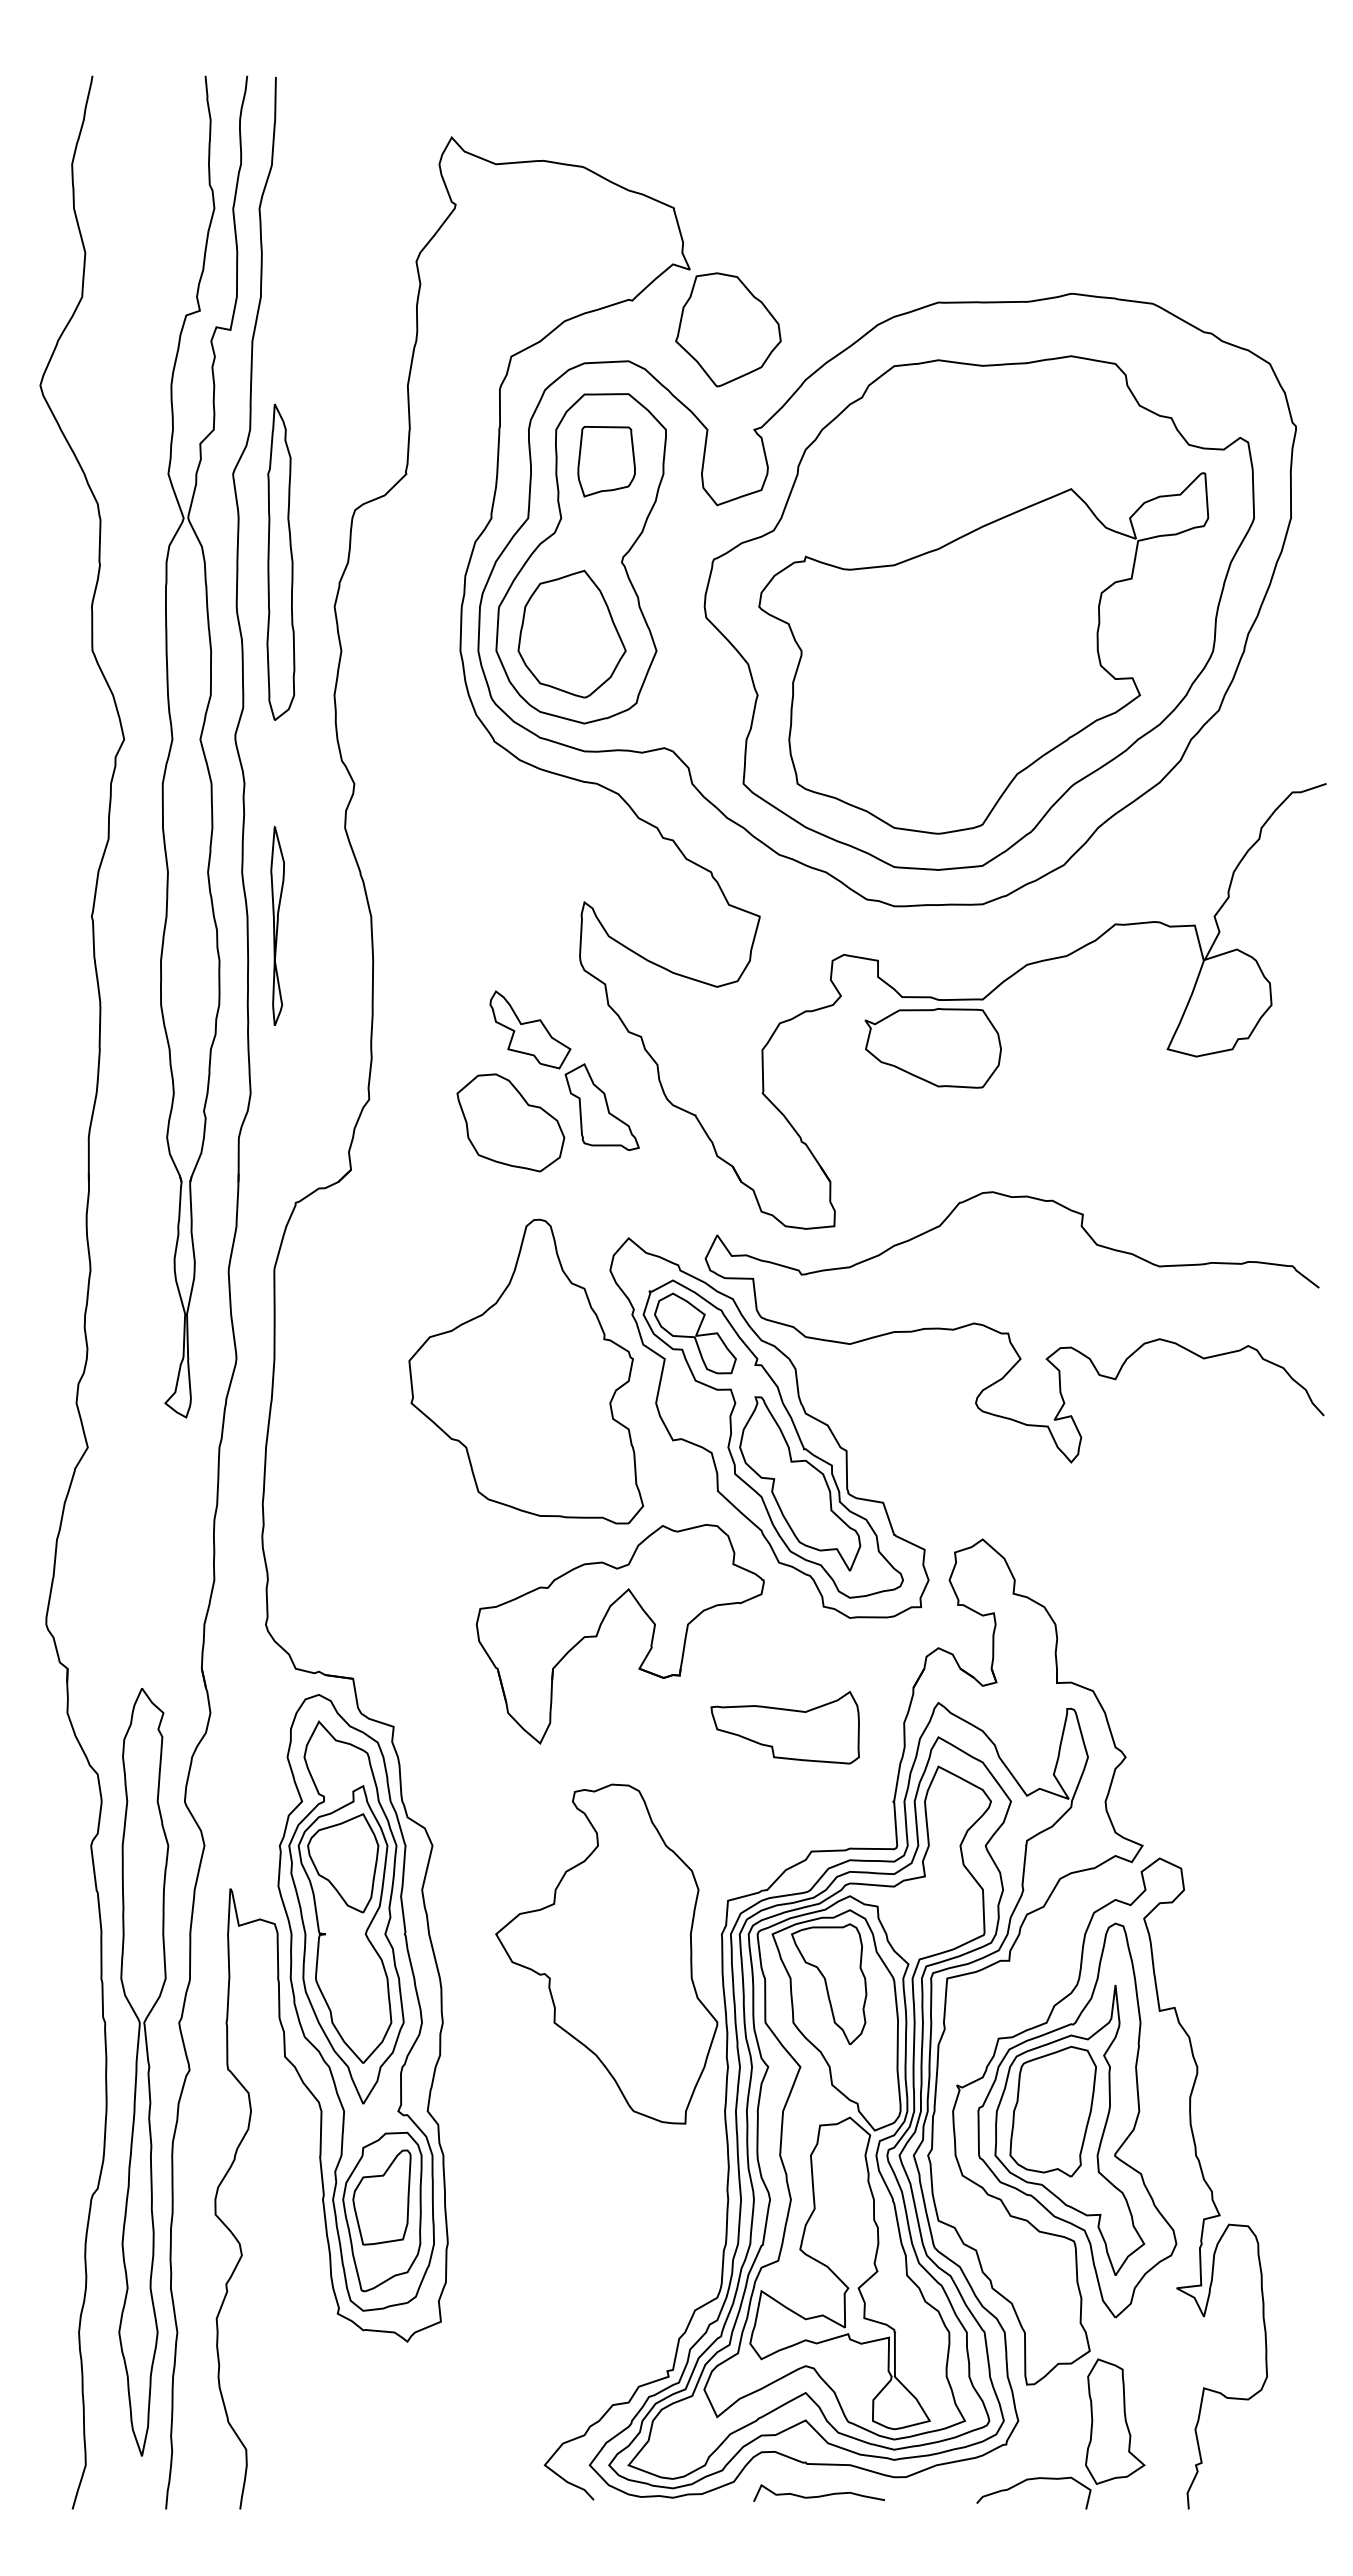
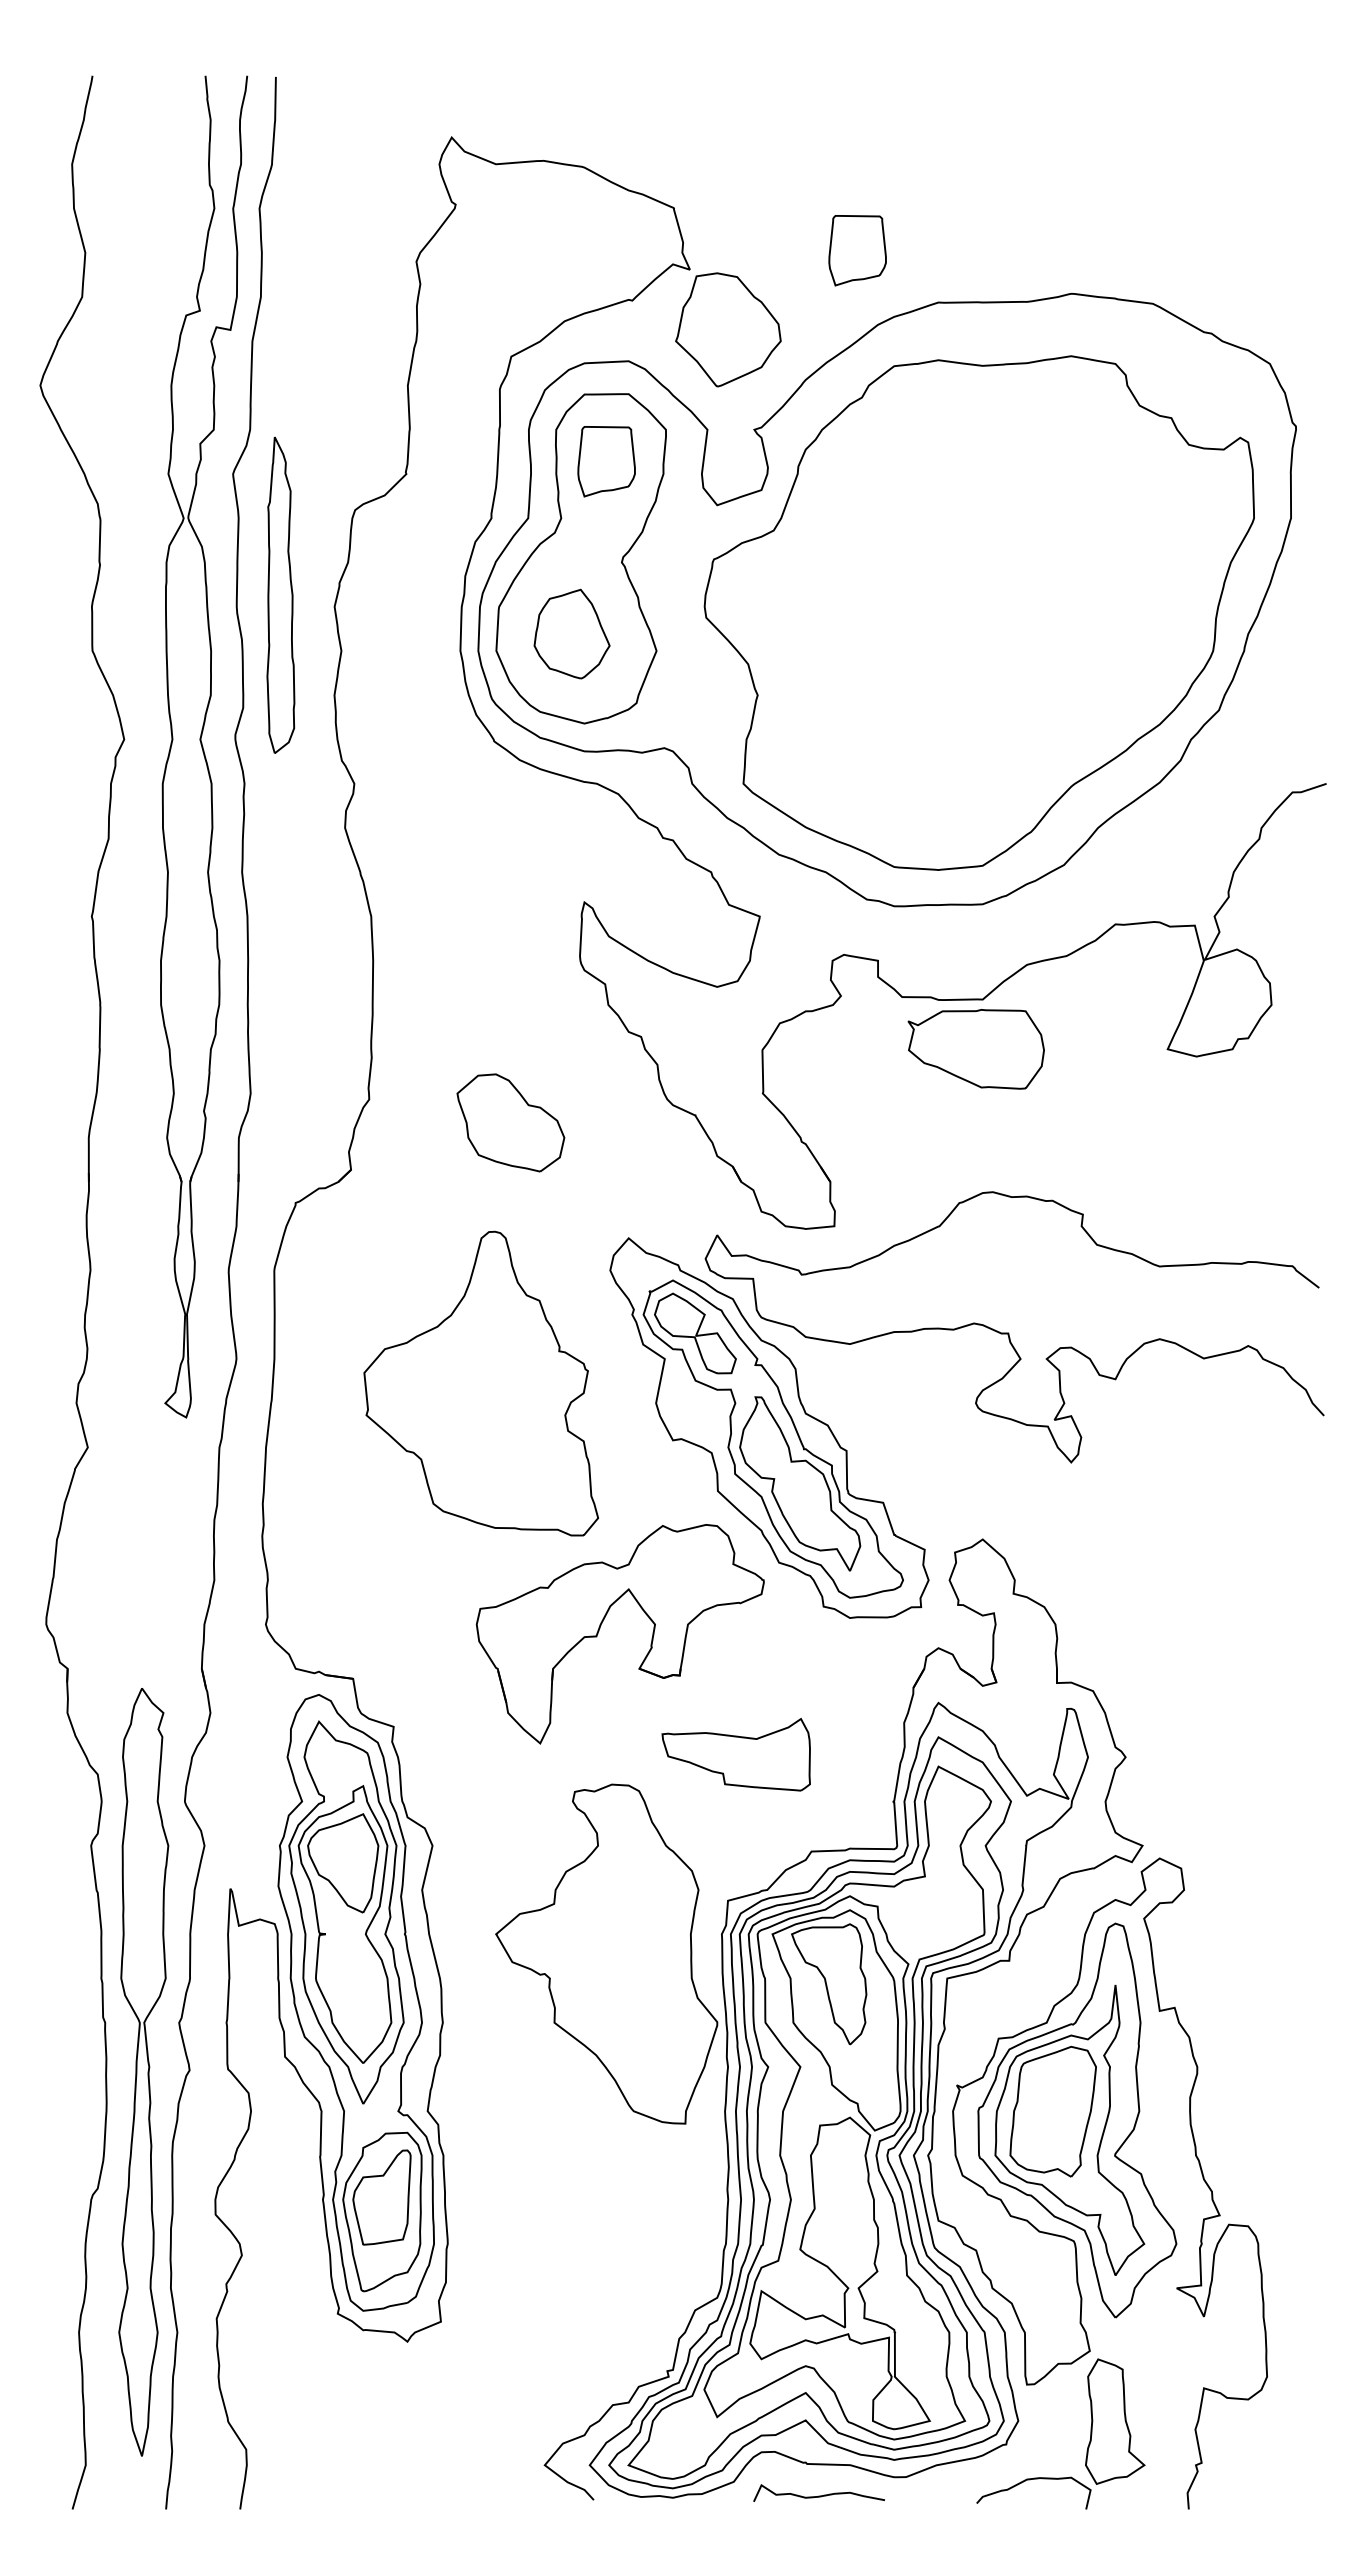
part at (857, 250): none -> present
part at (280, 561) position: (280, 561) -> (280, 594)
part at (571, 633) size: 110x130 px -> 78x92 px
part at (983, 653): present -> none
part at (277, 925): present -> none
part at (932, 1048) position: (932, 1048) -> (975, 1049)
part at (564, 1070): present -> none
part at (525, 1371) position: (525, 1371) -> (480, 1383)
part at (784, 1727) position: (784, 1727) -> (735, 1754)
